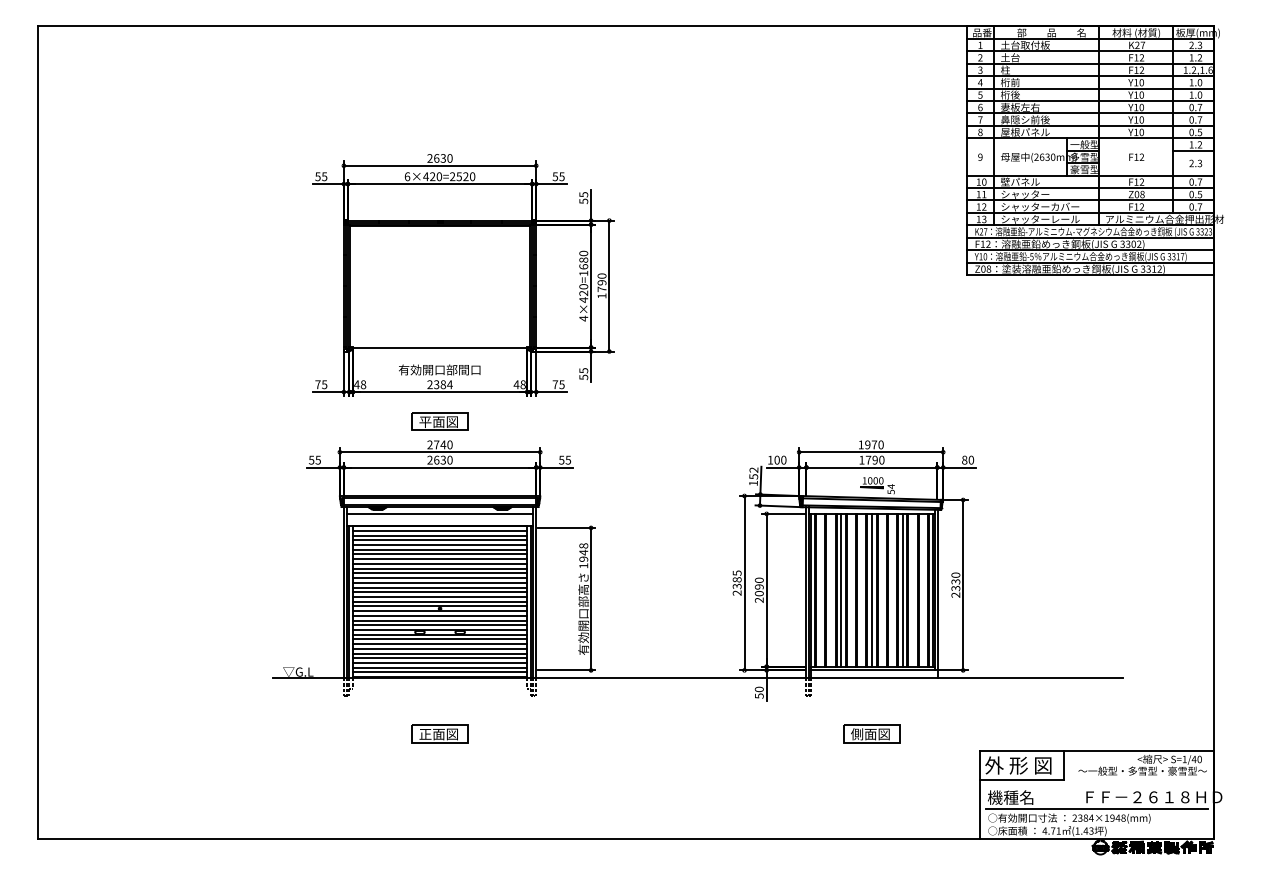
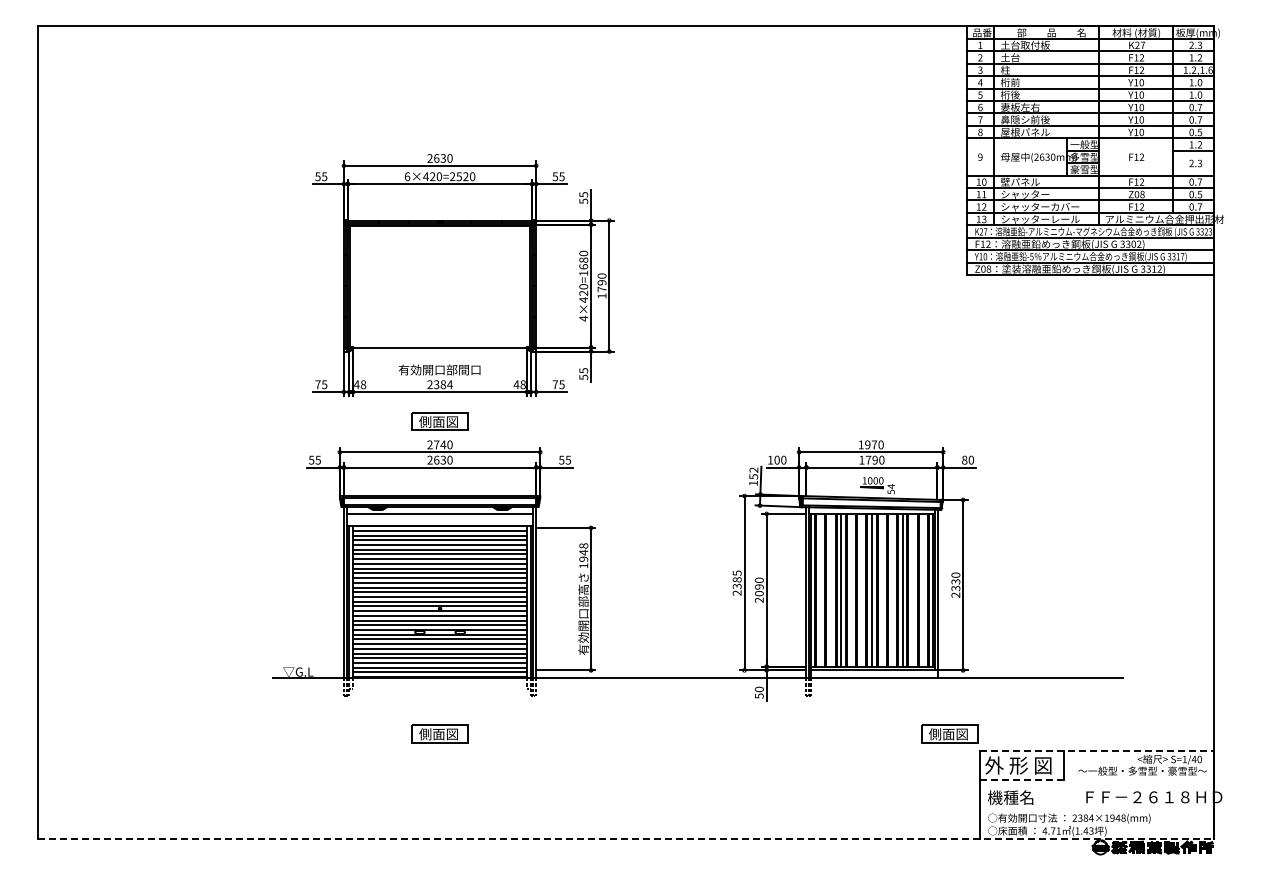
text at (425, 422): 平面図 -> 側面図
part at (871, 733) position: (871, 733) -> (949, 733)
text at (425, 734): 正面図 -> 側面図
line at (1097, 750): solid -> dashed
line at (1022, 780): solid -> dashed
line at (1097, 809): present -> none
line at (626, 838): solid -> dashed
